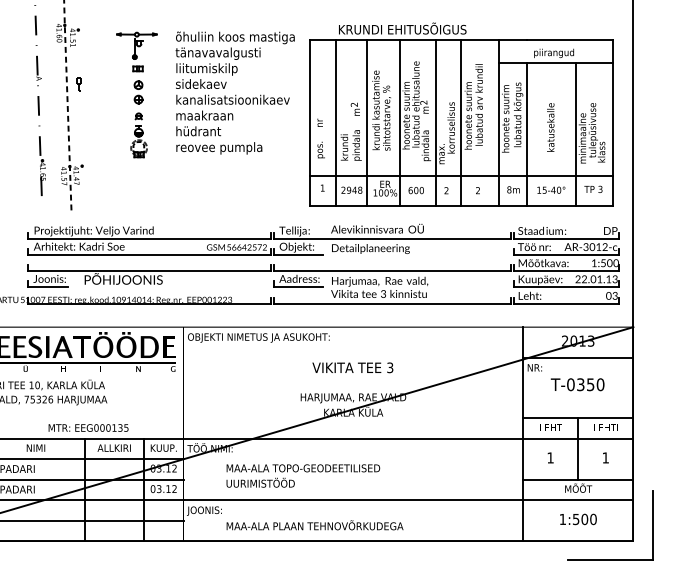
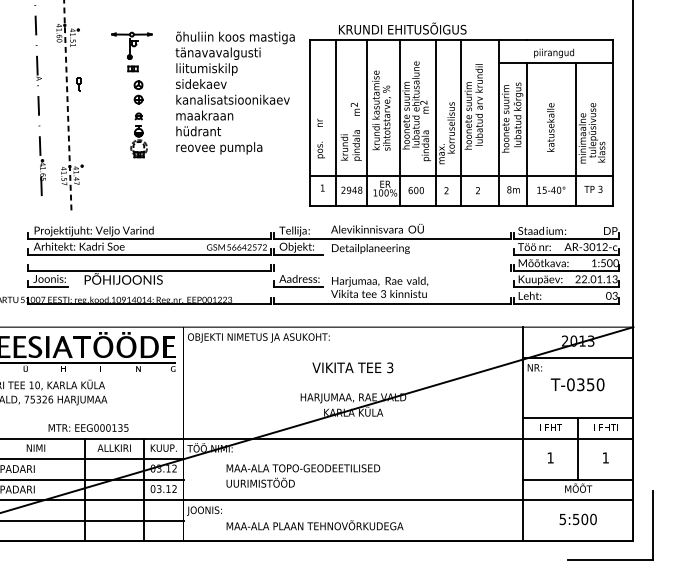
part at (136, 51) position: (136, 51) -> (131, 51)
line at (392, 271): present -> none
text at (562, 519): 1:500 -> 5:500
